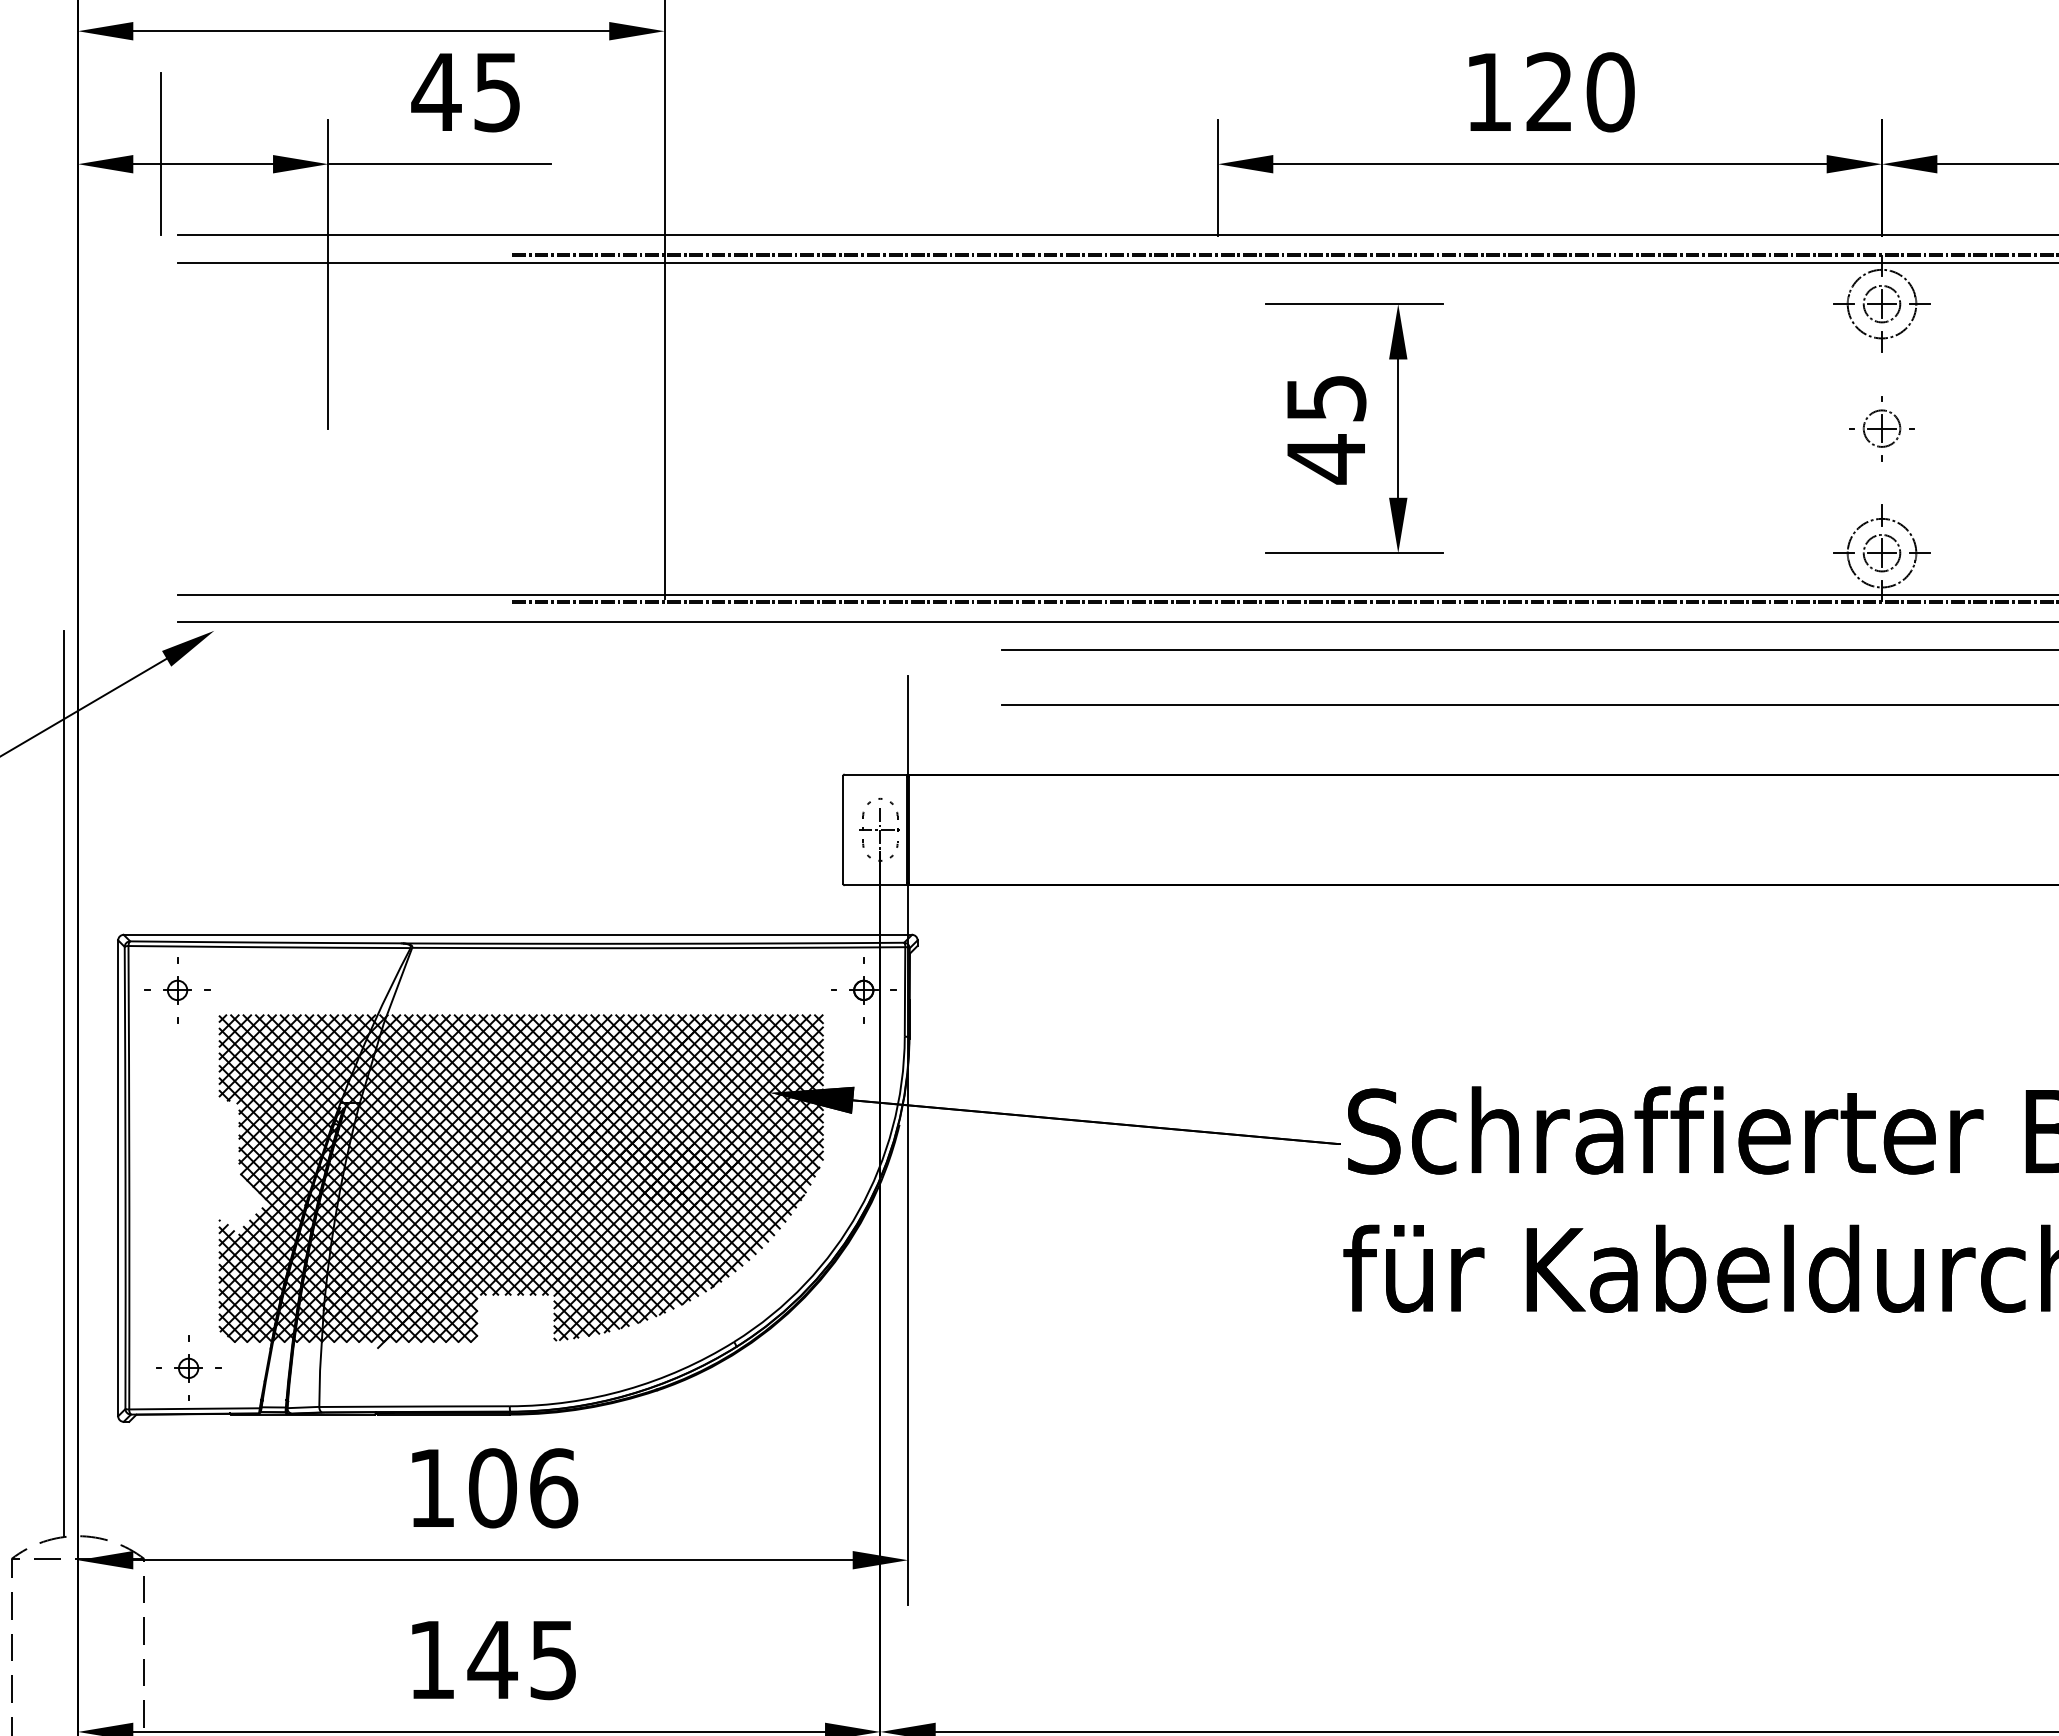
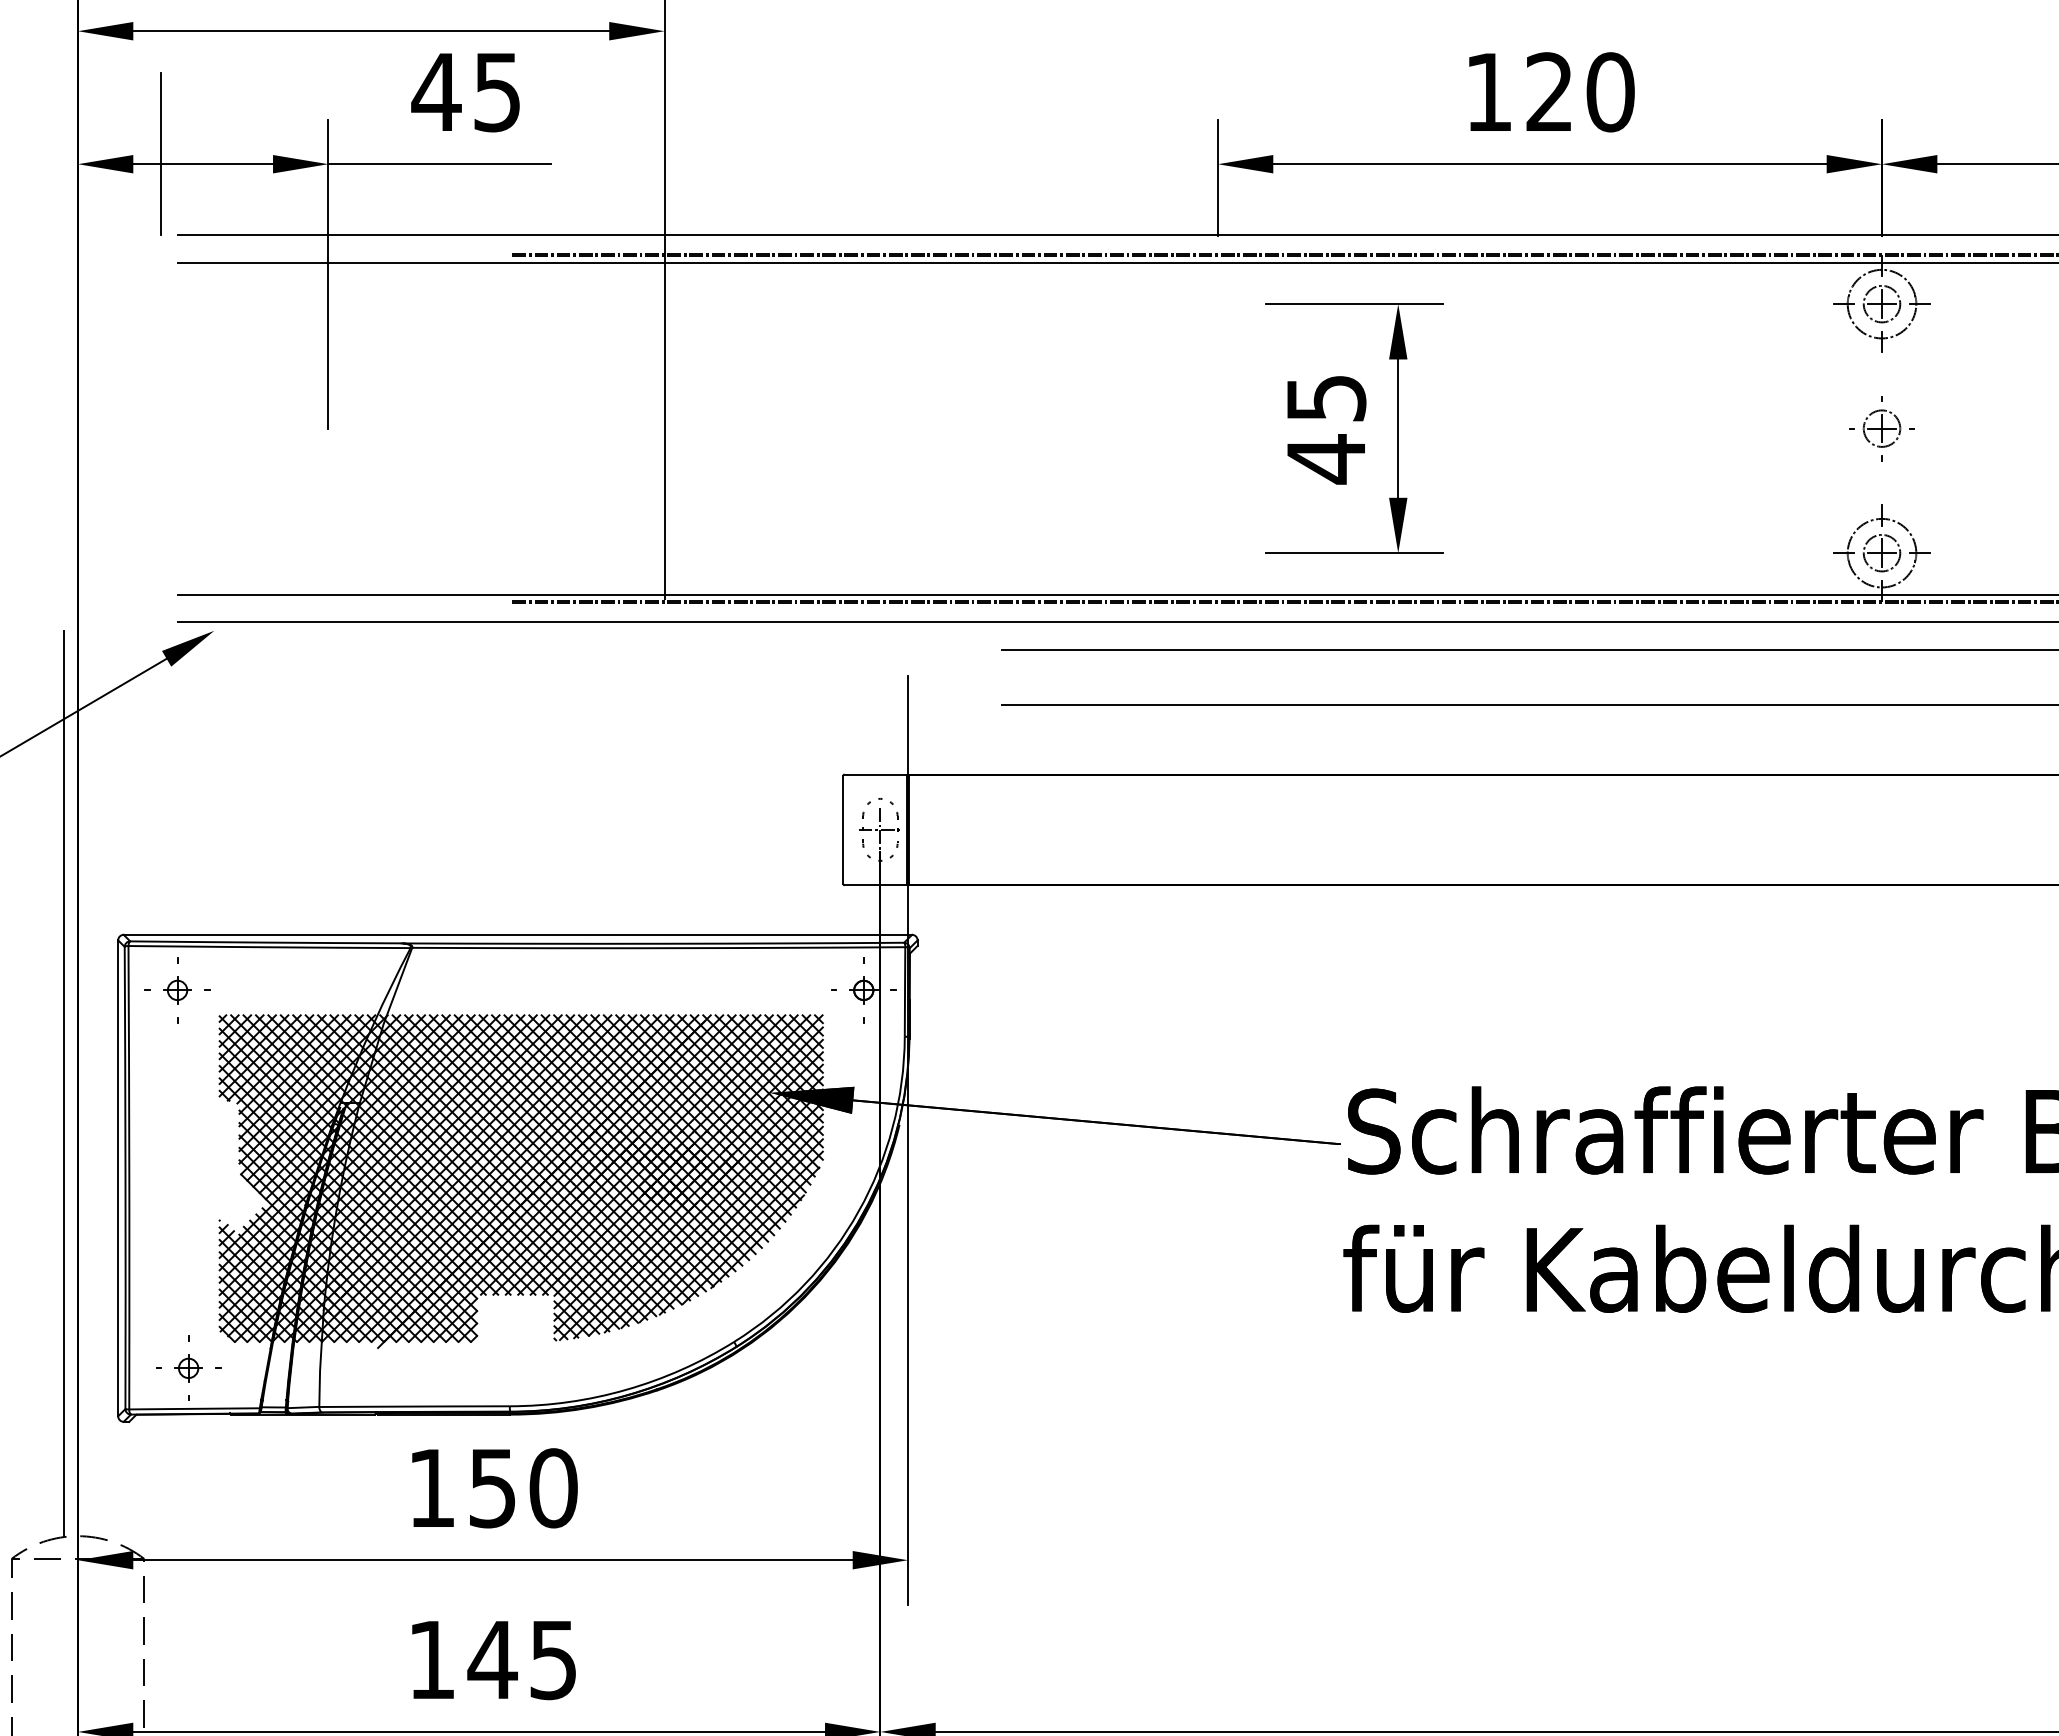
text at (523, 1488): 106 -> 150
